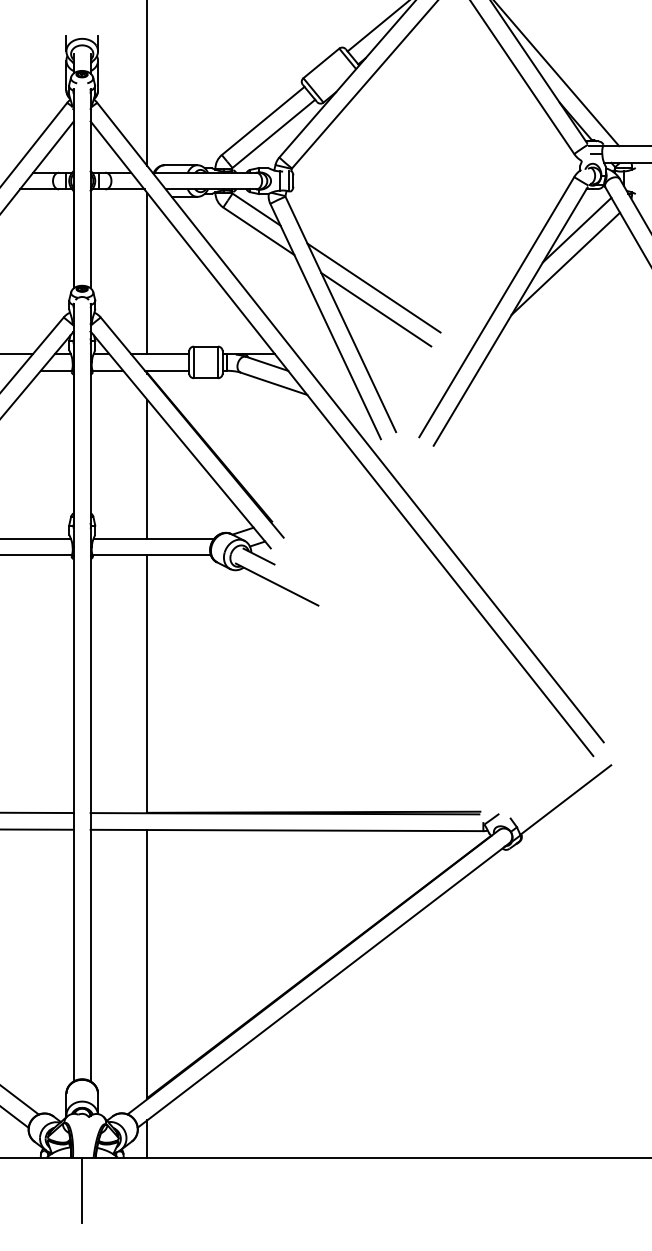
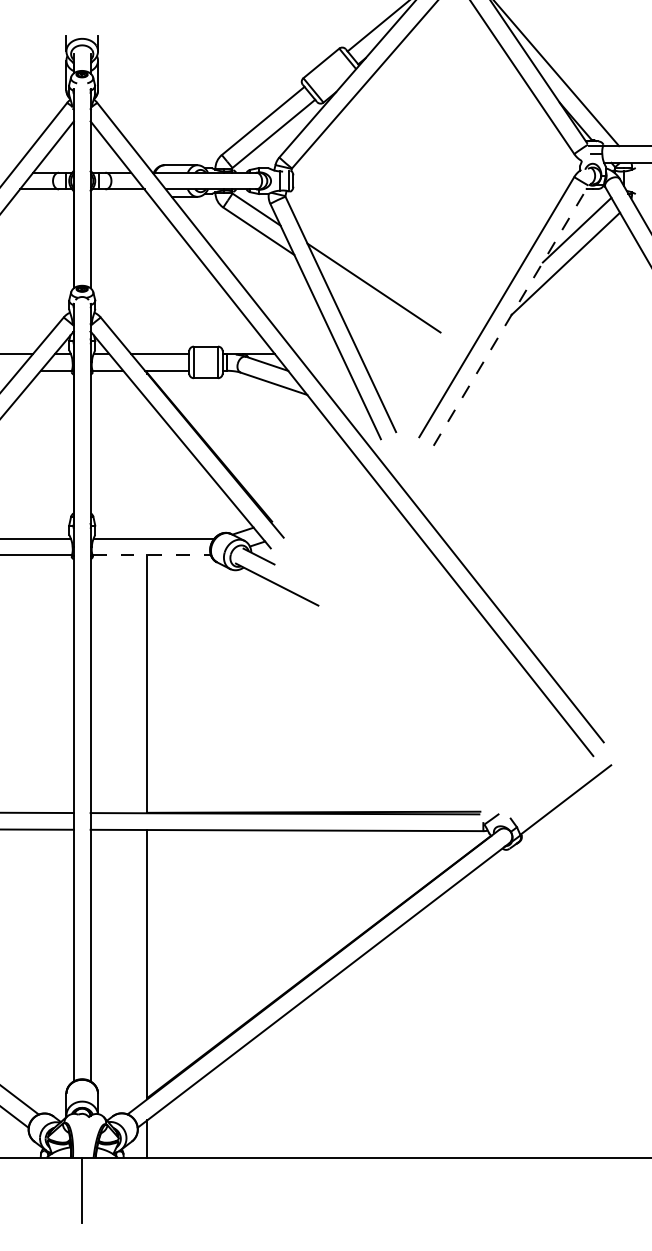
line at (147, 84): present -> none
line at (147, 273): present -> none
line at (376, 309): present -> none
line at (510, 316): solid -> dashed
line at (147, 468): present -> none
line at (152, 555): solid -> dashed
